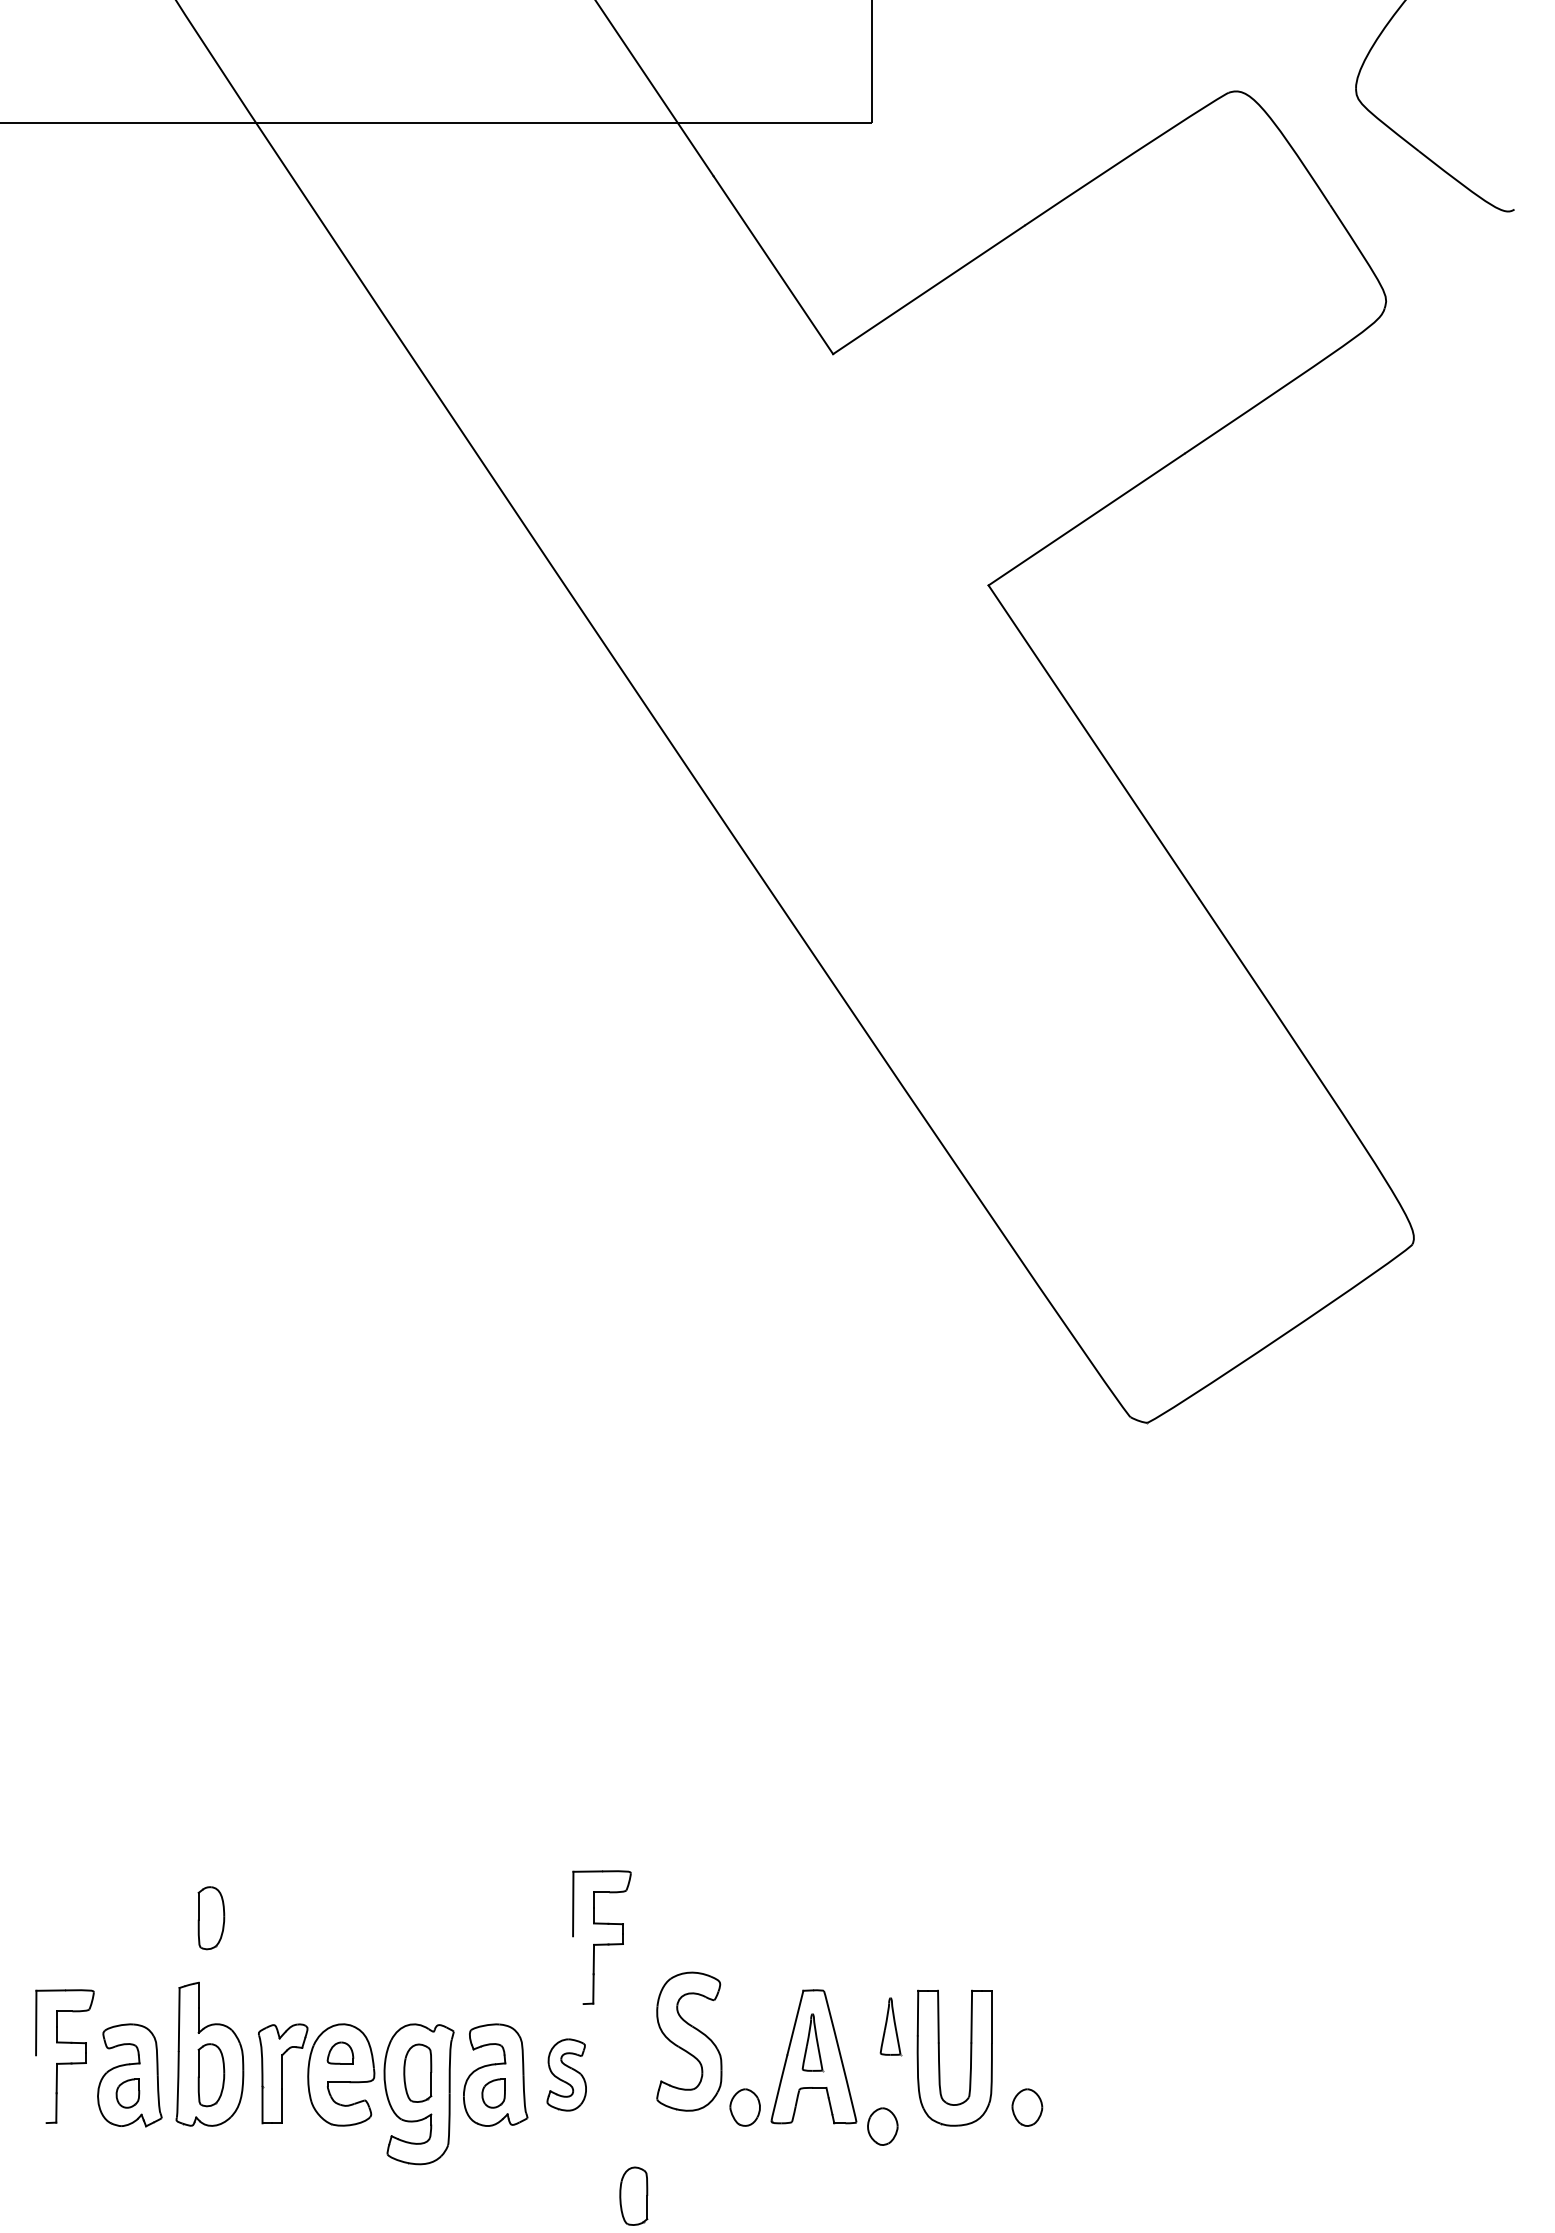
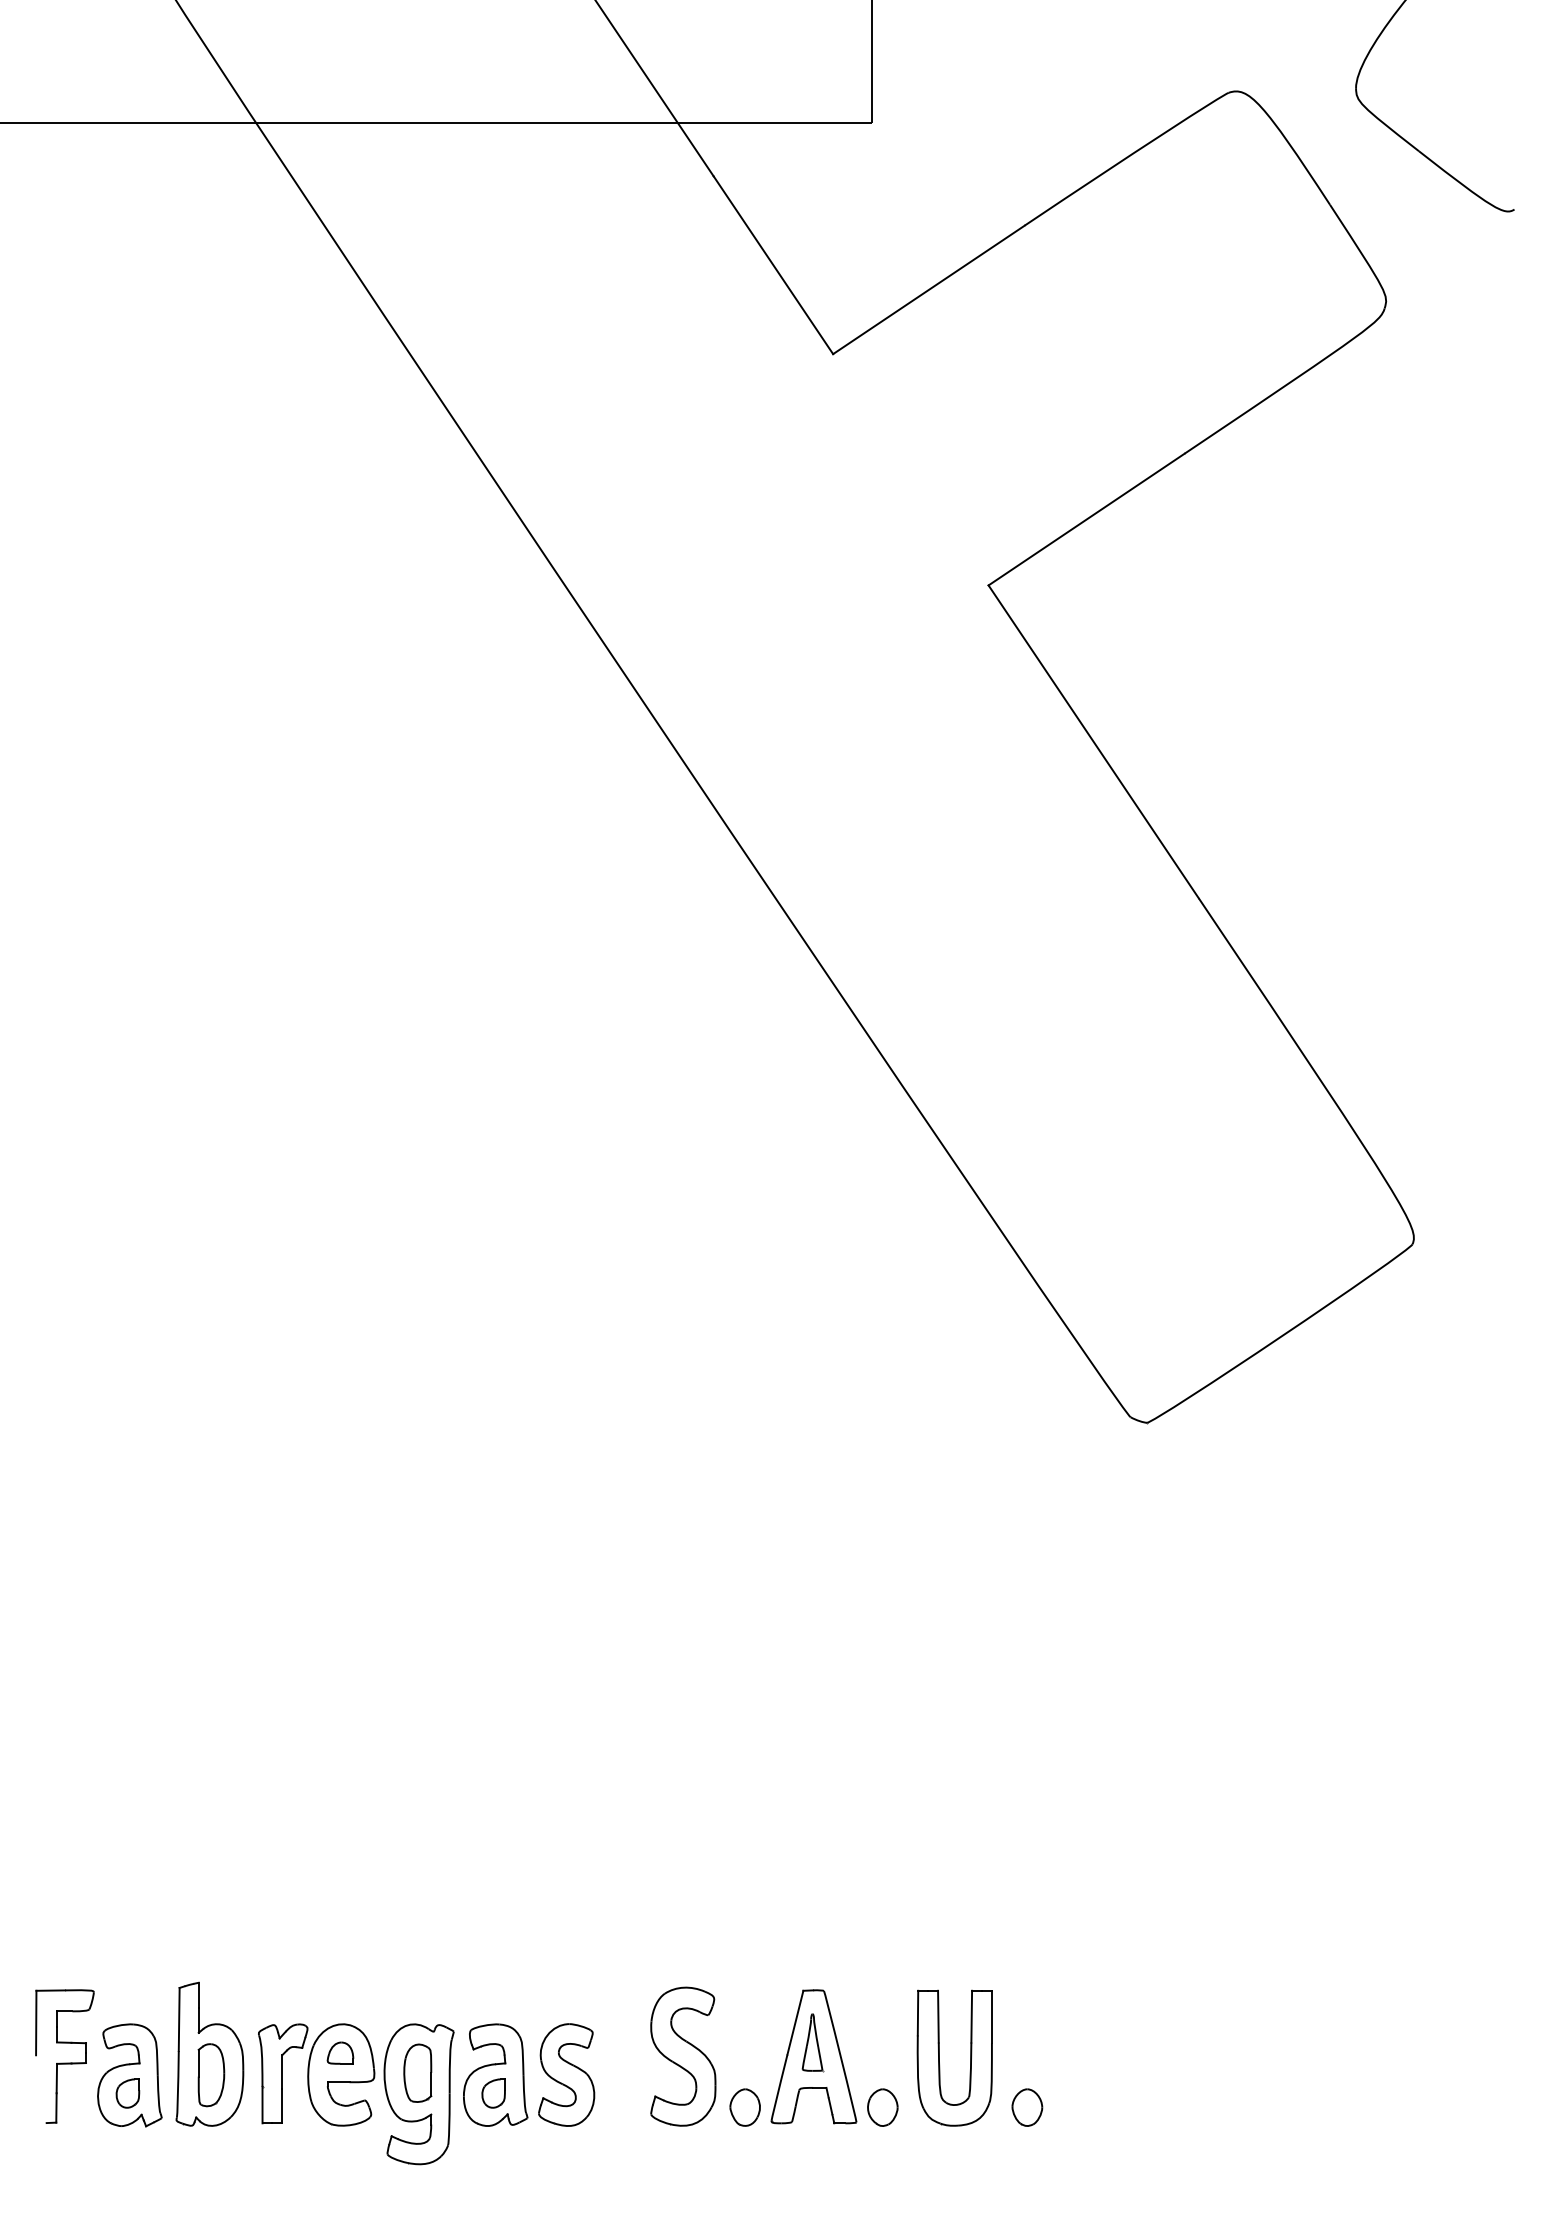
part at (211, 1918): present -> none
part at (601, 1937): present -> none
part at (890, 2026): present -> none
part at (689, 2041) position: (689, 2041) -> (683, 2056)
part at (566, 2074) size: 41x74 px -> 58x104 px
part at (882, 2126) position: (882, 2126) -> (882, 2107)
part at (633, 2195): present -> none
